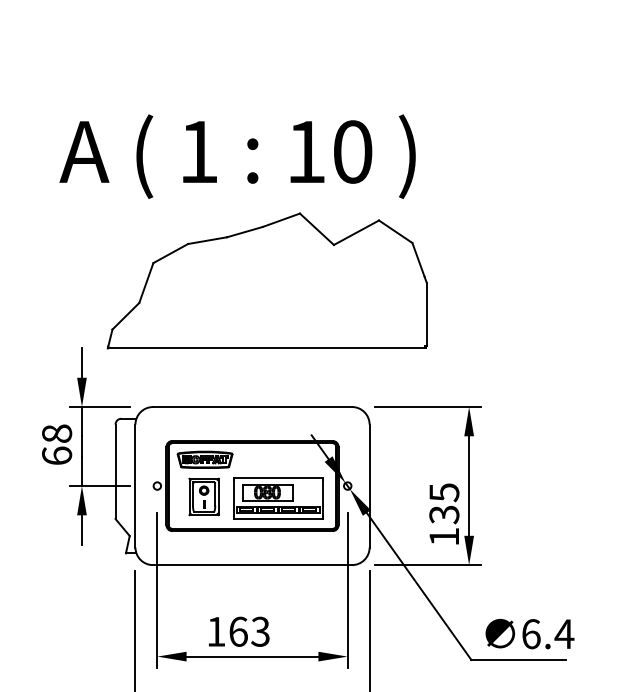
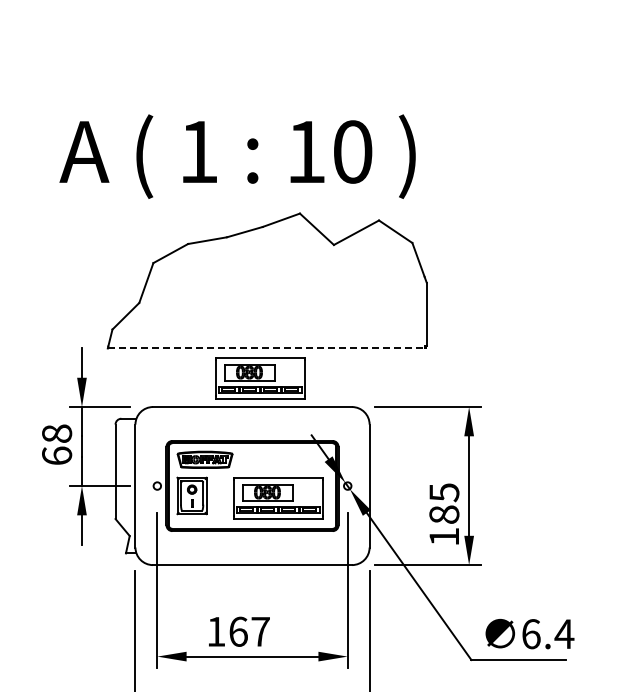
line at (266, 348): solid -> dashed
part at (260, 378): none -> present
part at (203, 496) position: (203, 496) -> (191, 495)
text at (444, 514): 135 -> 185
text at (260, 631): 163 -> 167
